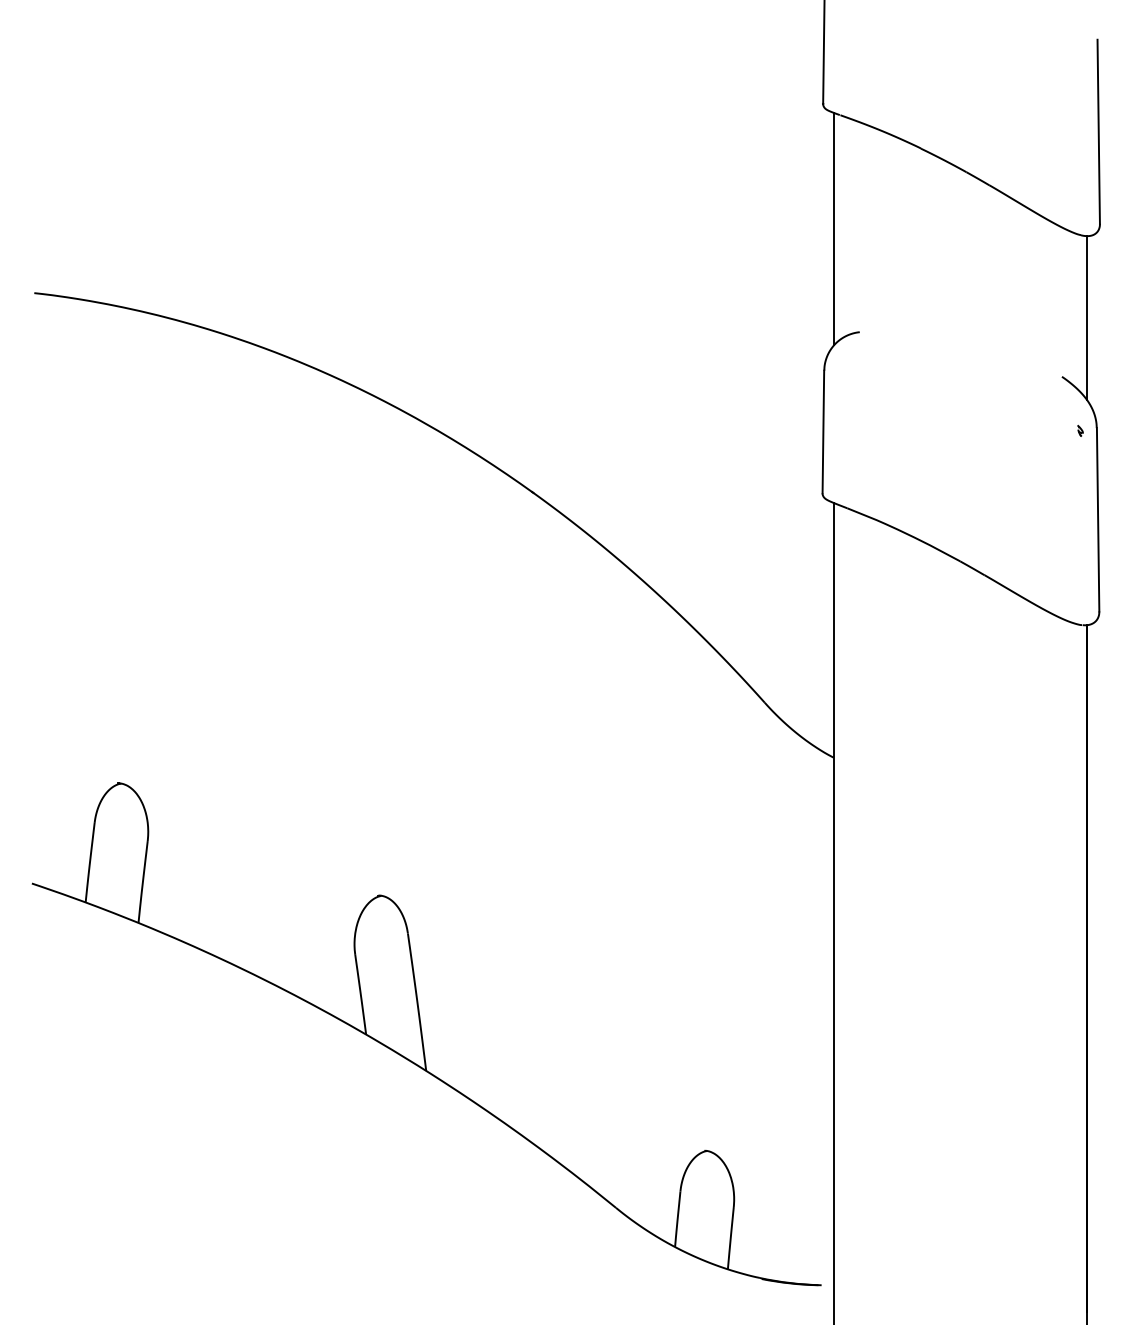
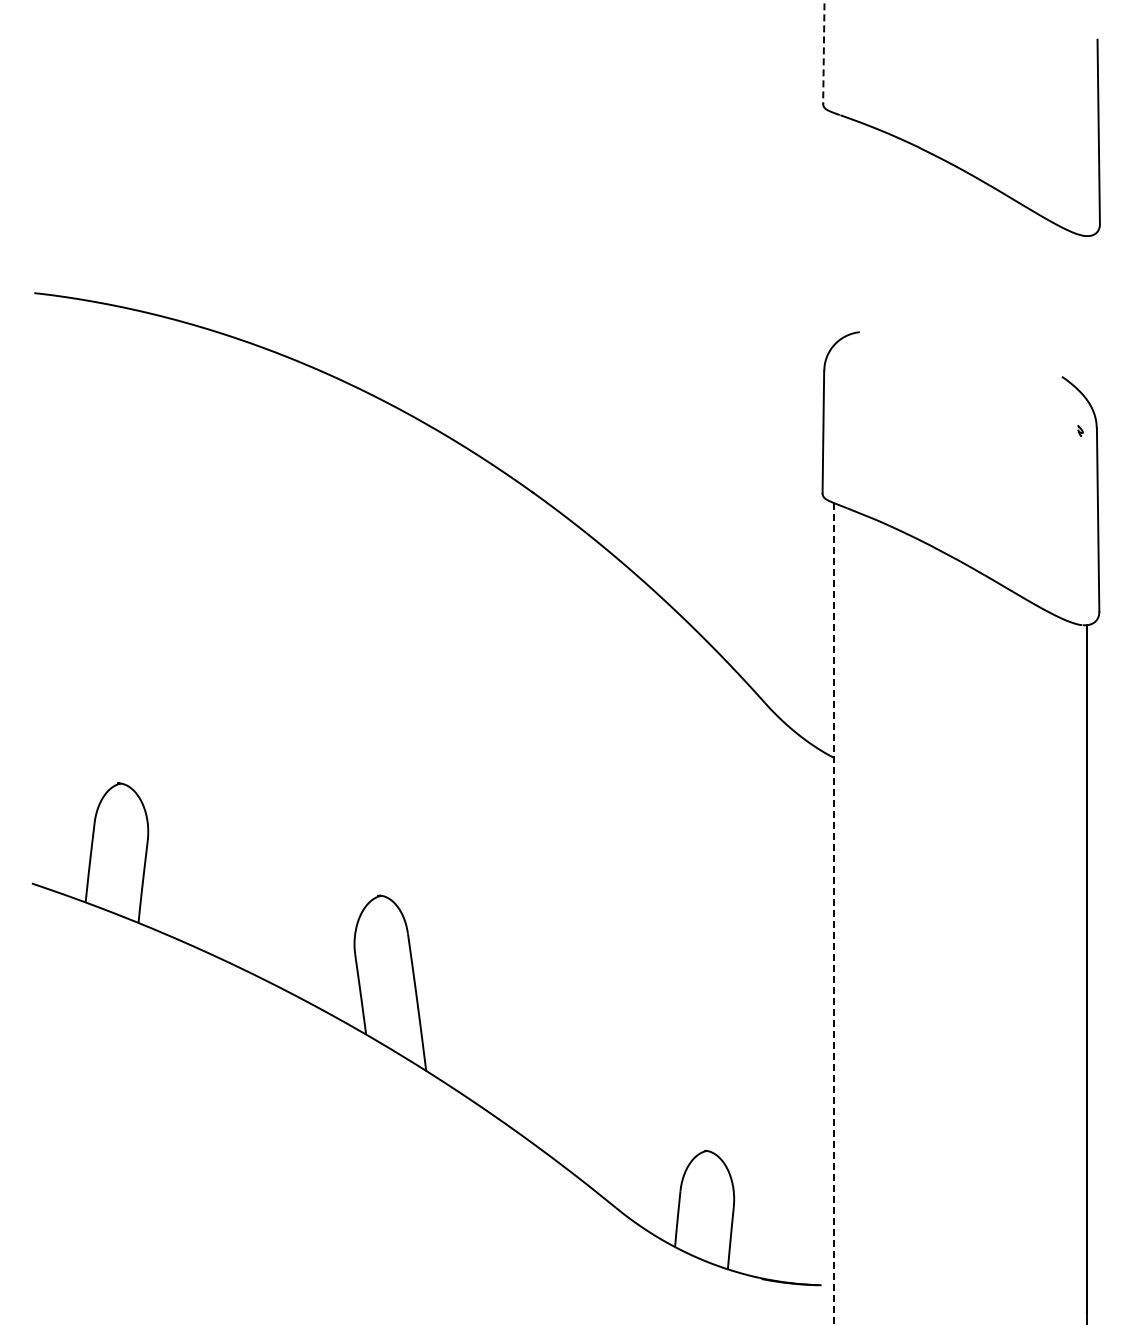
line at (823, 52): solid -> dashed
line at (834, 229): present -> none
line at (1087, 318): present -> none
line at (833, 913): solid -> dashed
